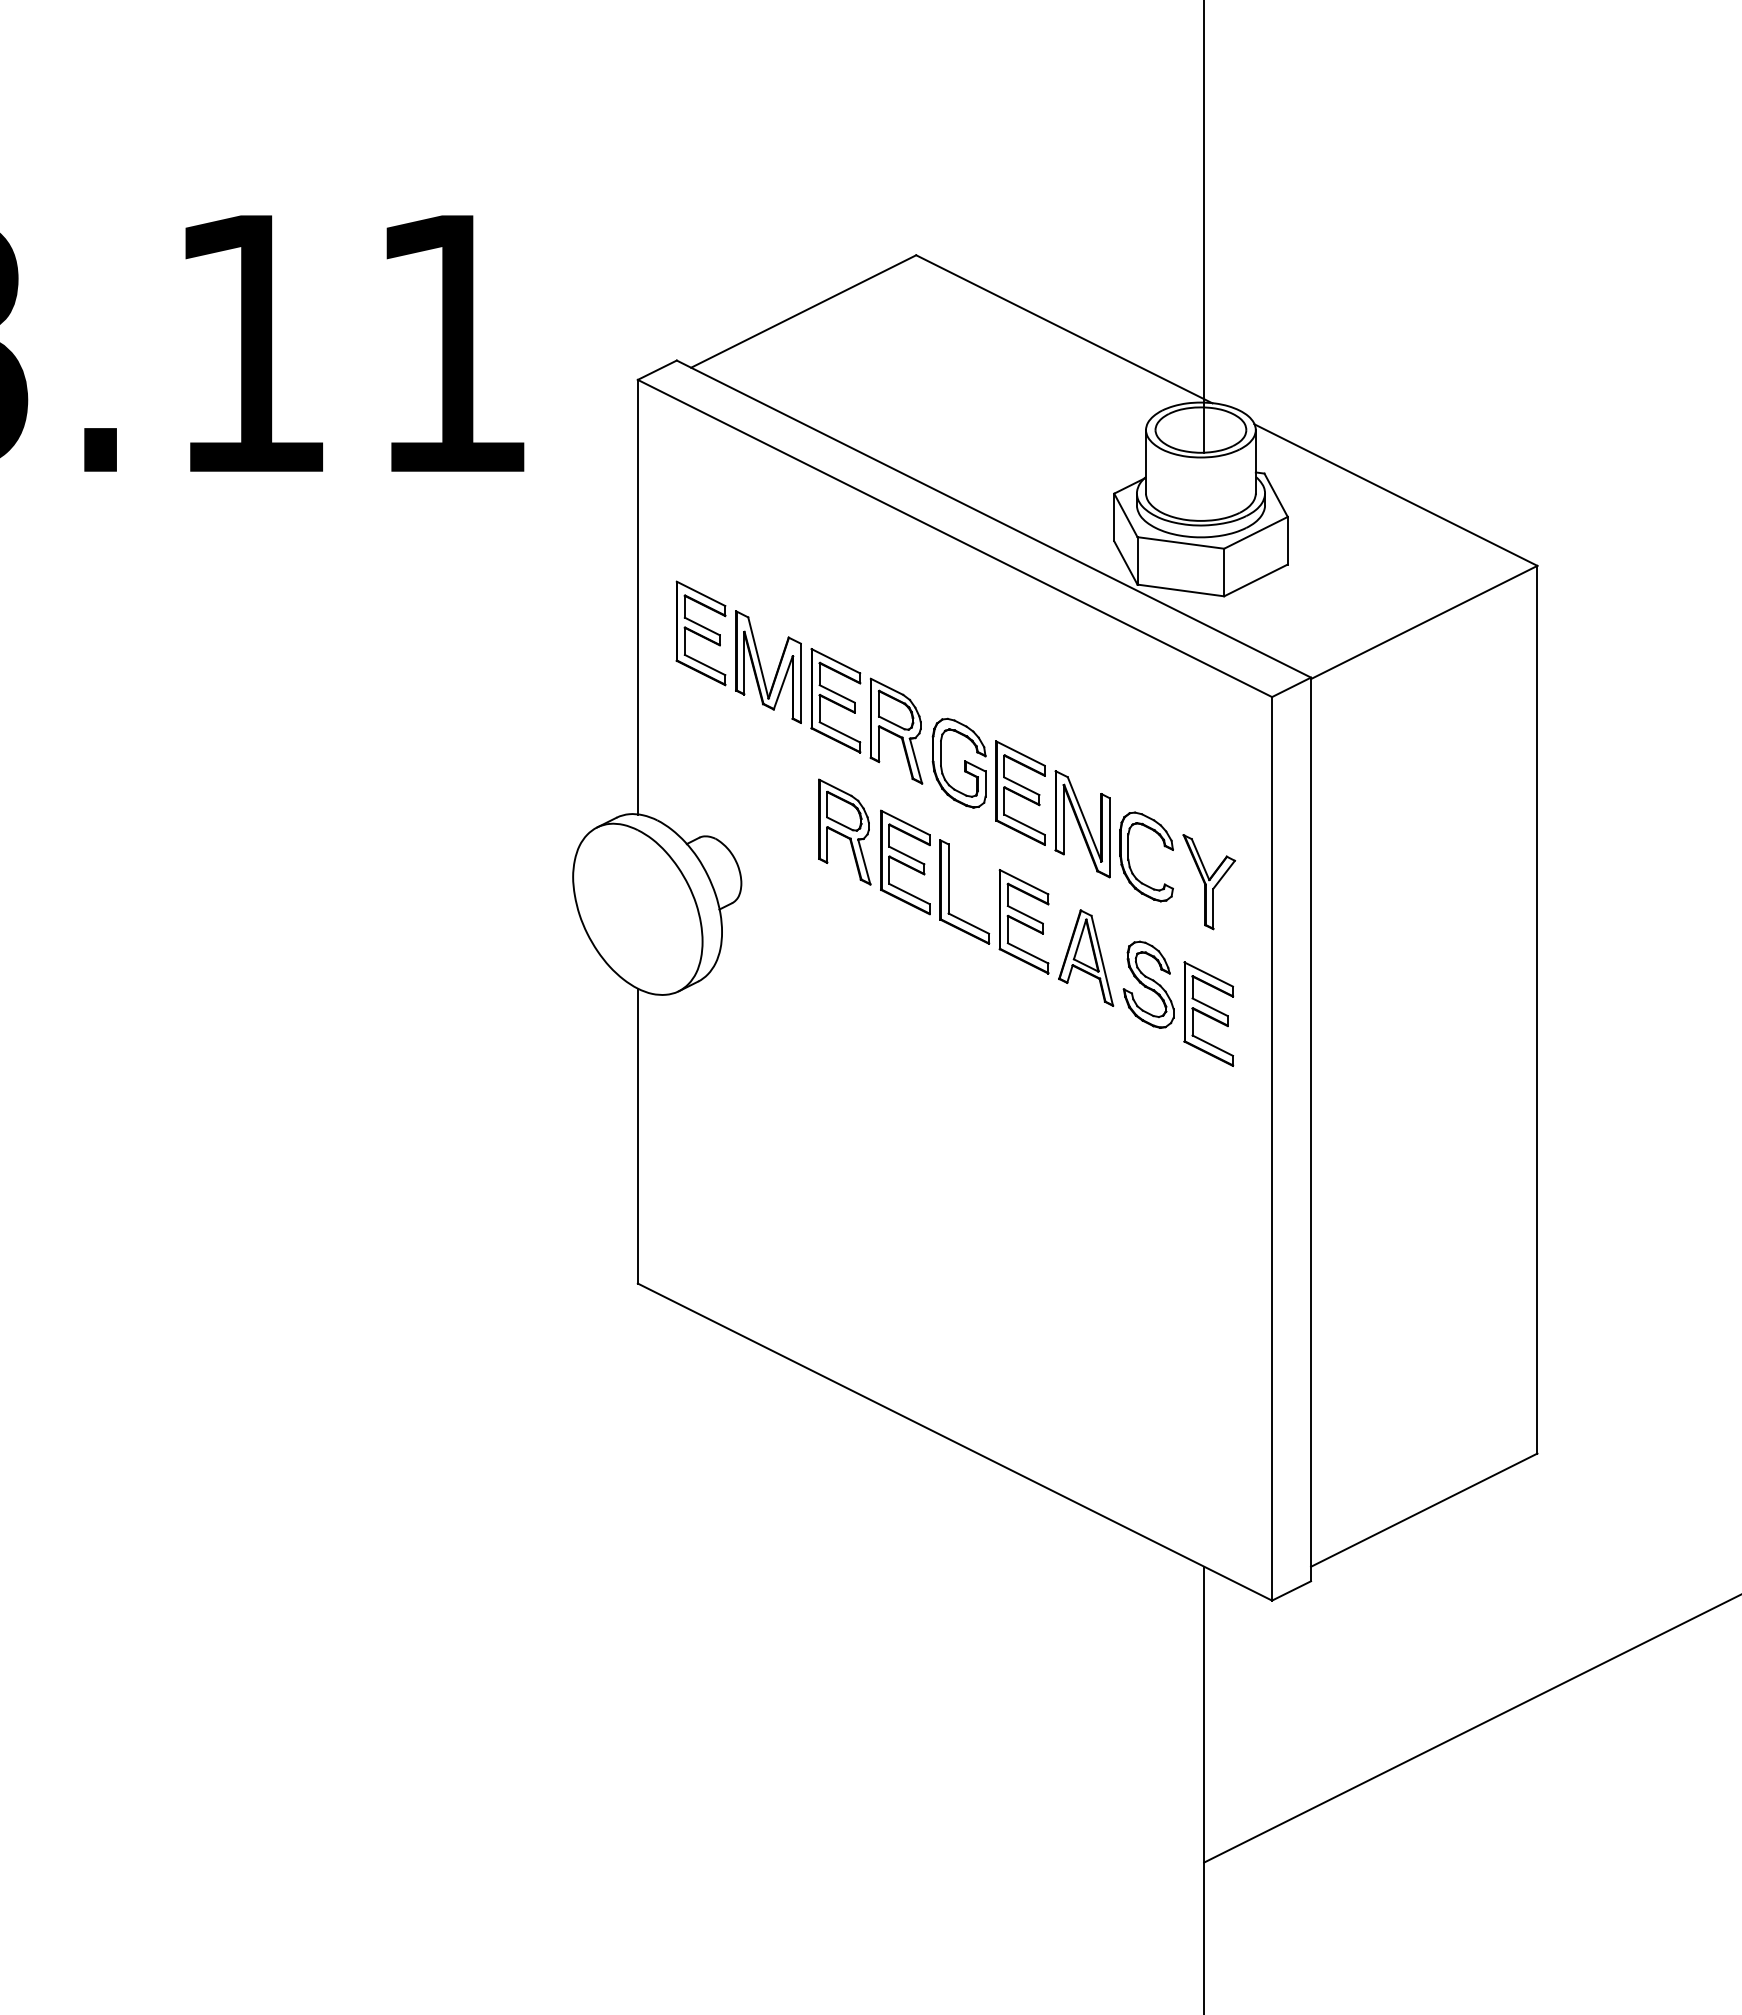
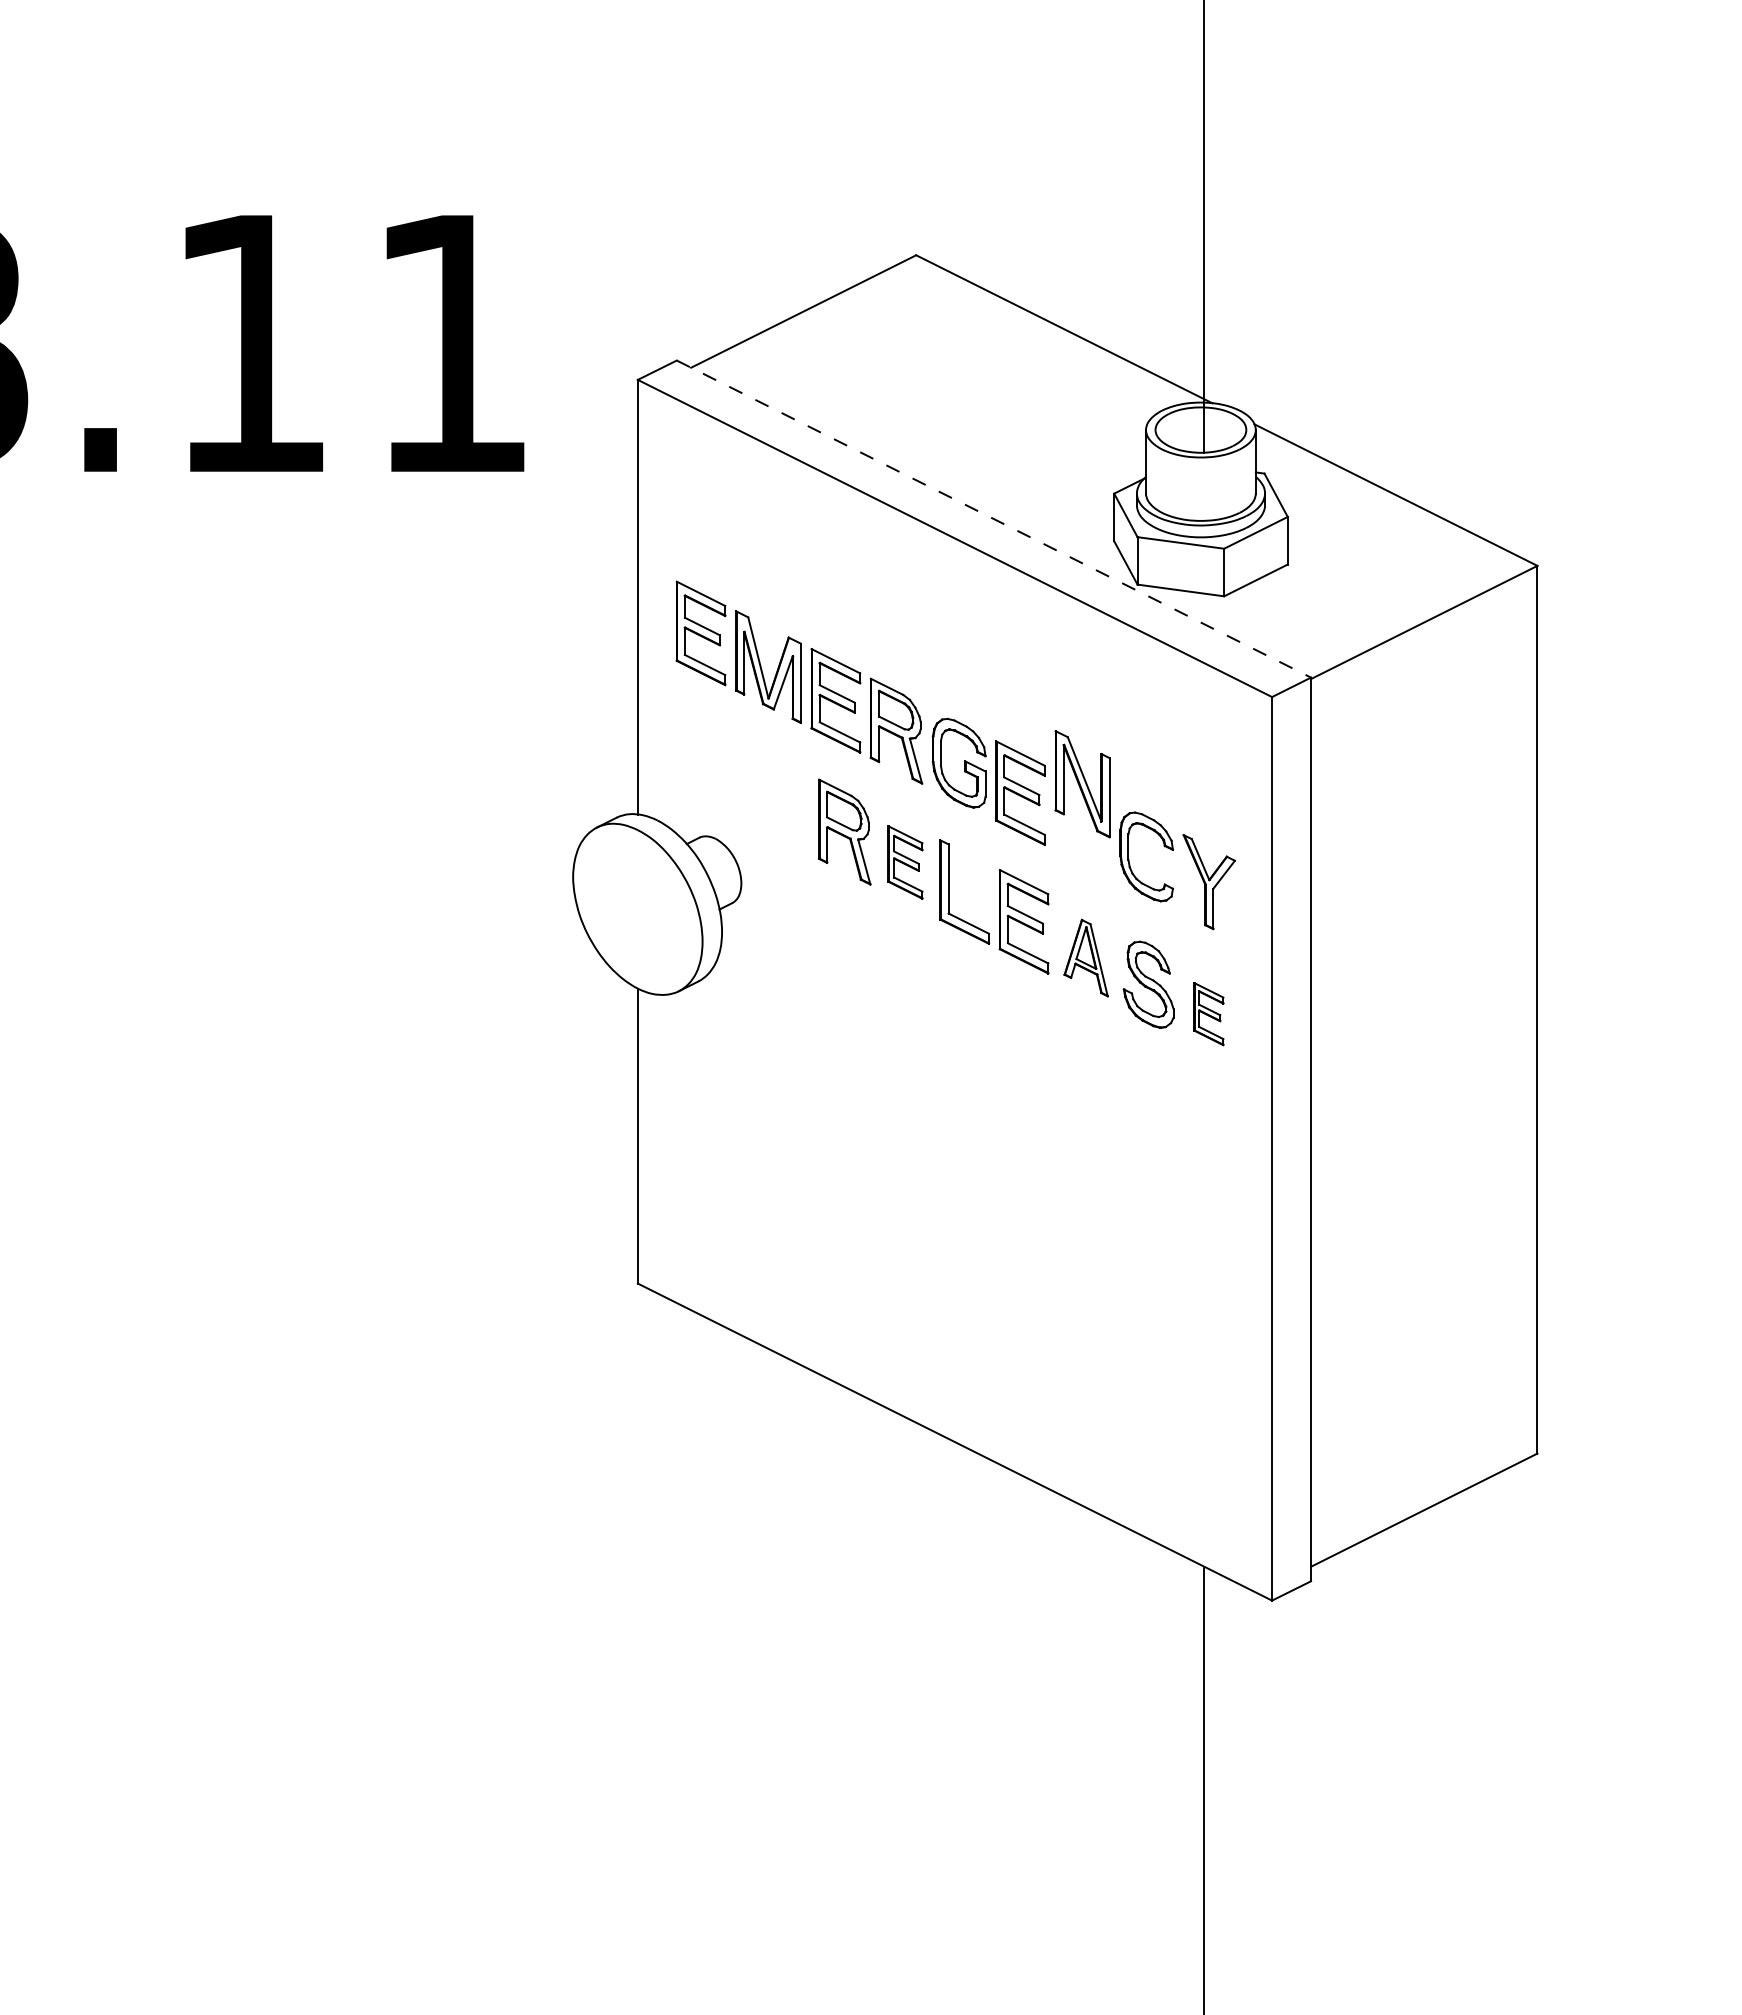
line at (993, 519): solid -> dashed
part at (1082, 824) position: (1082, 824) -> (1082, 784)
part at (905, 862) size: 51x107 px -> 37x75 px
part at (1086, 957) size: 57x98 px -> 46x80 px
part at (1208, 1013) size: 52x106 px -> 32x65 px
line at (1471, 1728): present -> none
